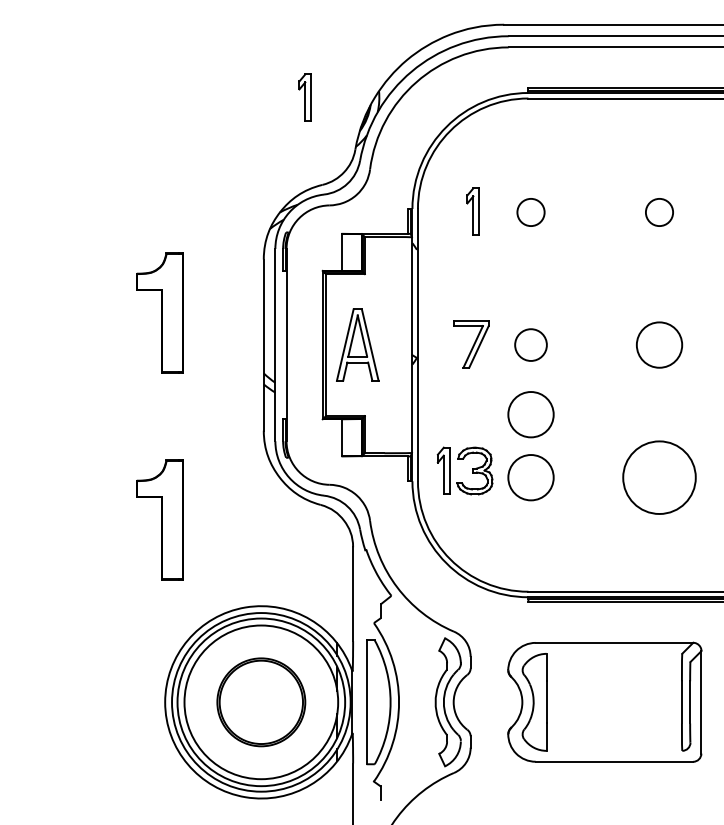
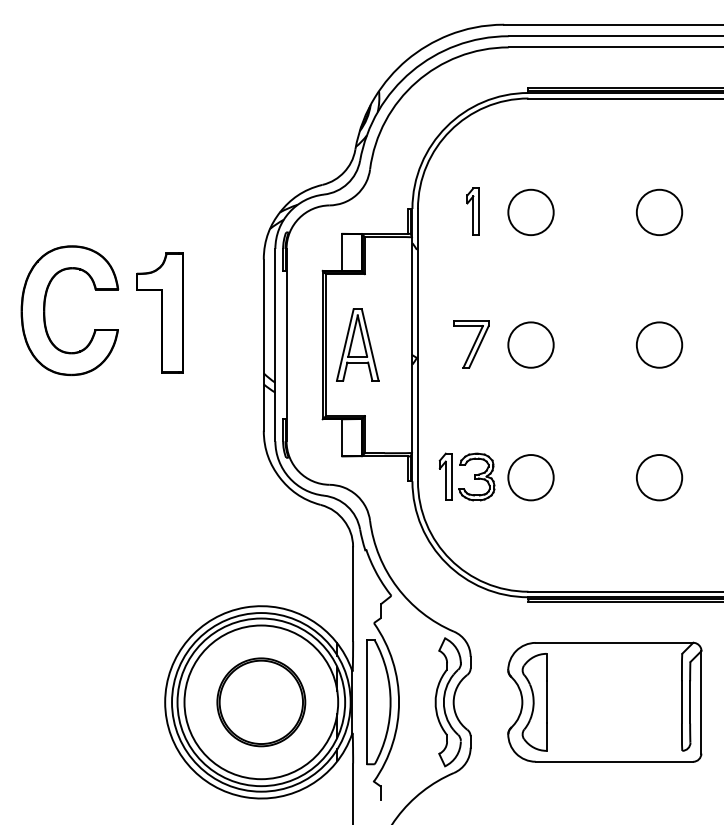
part at (304, 97): present -> none
circle at (530, 212) diameter: 27 px -> 45 px
circle at (659, 212) diameter: 27 px -> 45 px
part at (45, 310): none -> present
circle at (530, 344) diameter: 32 px -> 45 px
circle at (530, 414): present -> none
part at (472, 470) position: (472, 470) -> (474, 476)
circle at (659, 477) diameter: 73 px -> 45 px
part at (159, 519): present -> none
